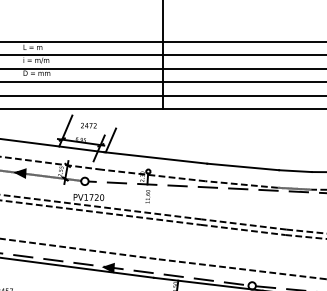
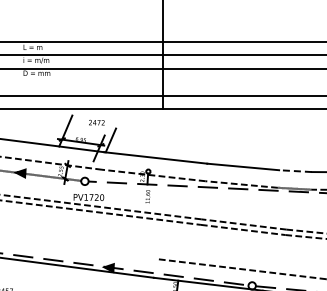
line at (162, 82): present -> none
text at (88, 125) position: (88, 125) -> (96, 122)
line at (294, 171): solid -> dashed
line at (79, 249): present -> none
